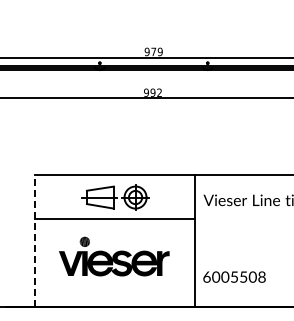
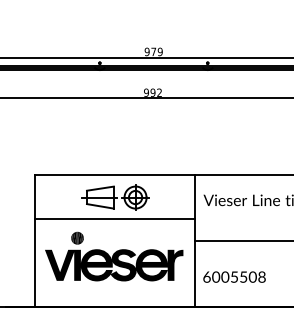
line at (34, 240): dashed -> solid
line at (242, 241): none -> present
part at (114, 256) size: 111x41 px -> 139x51 px
